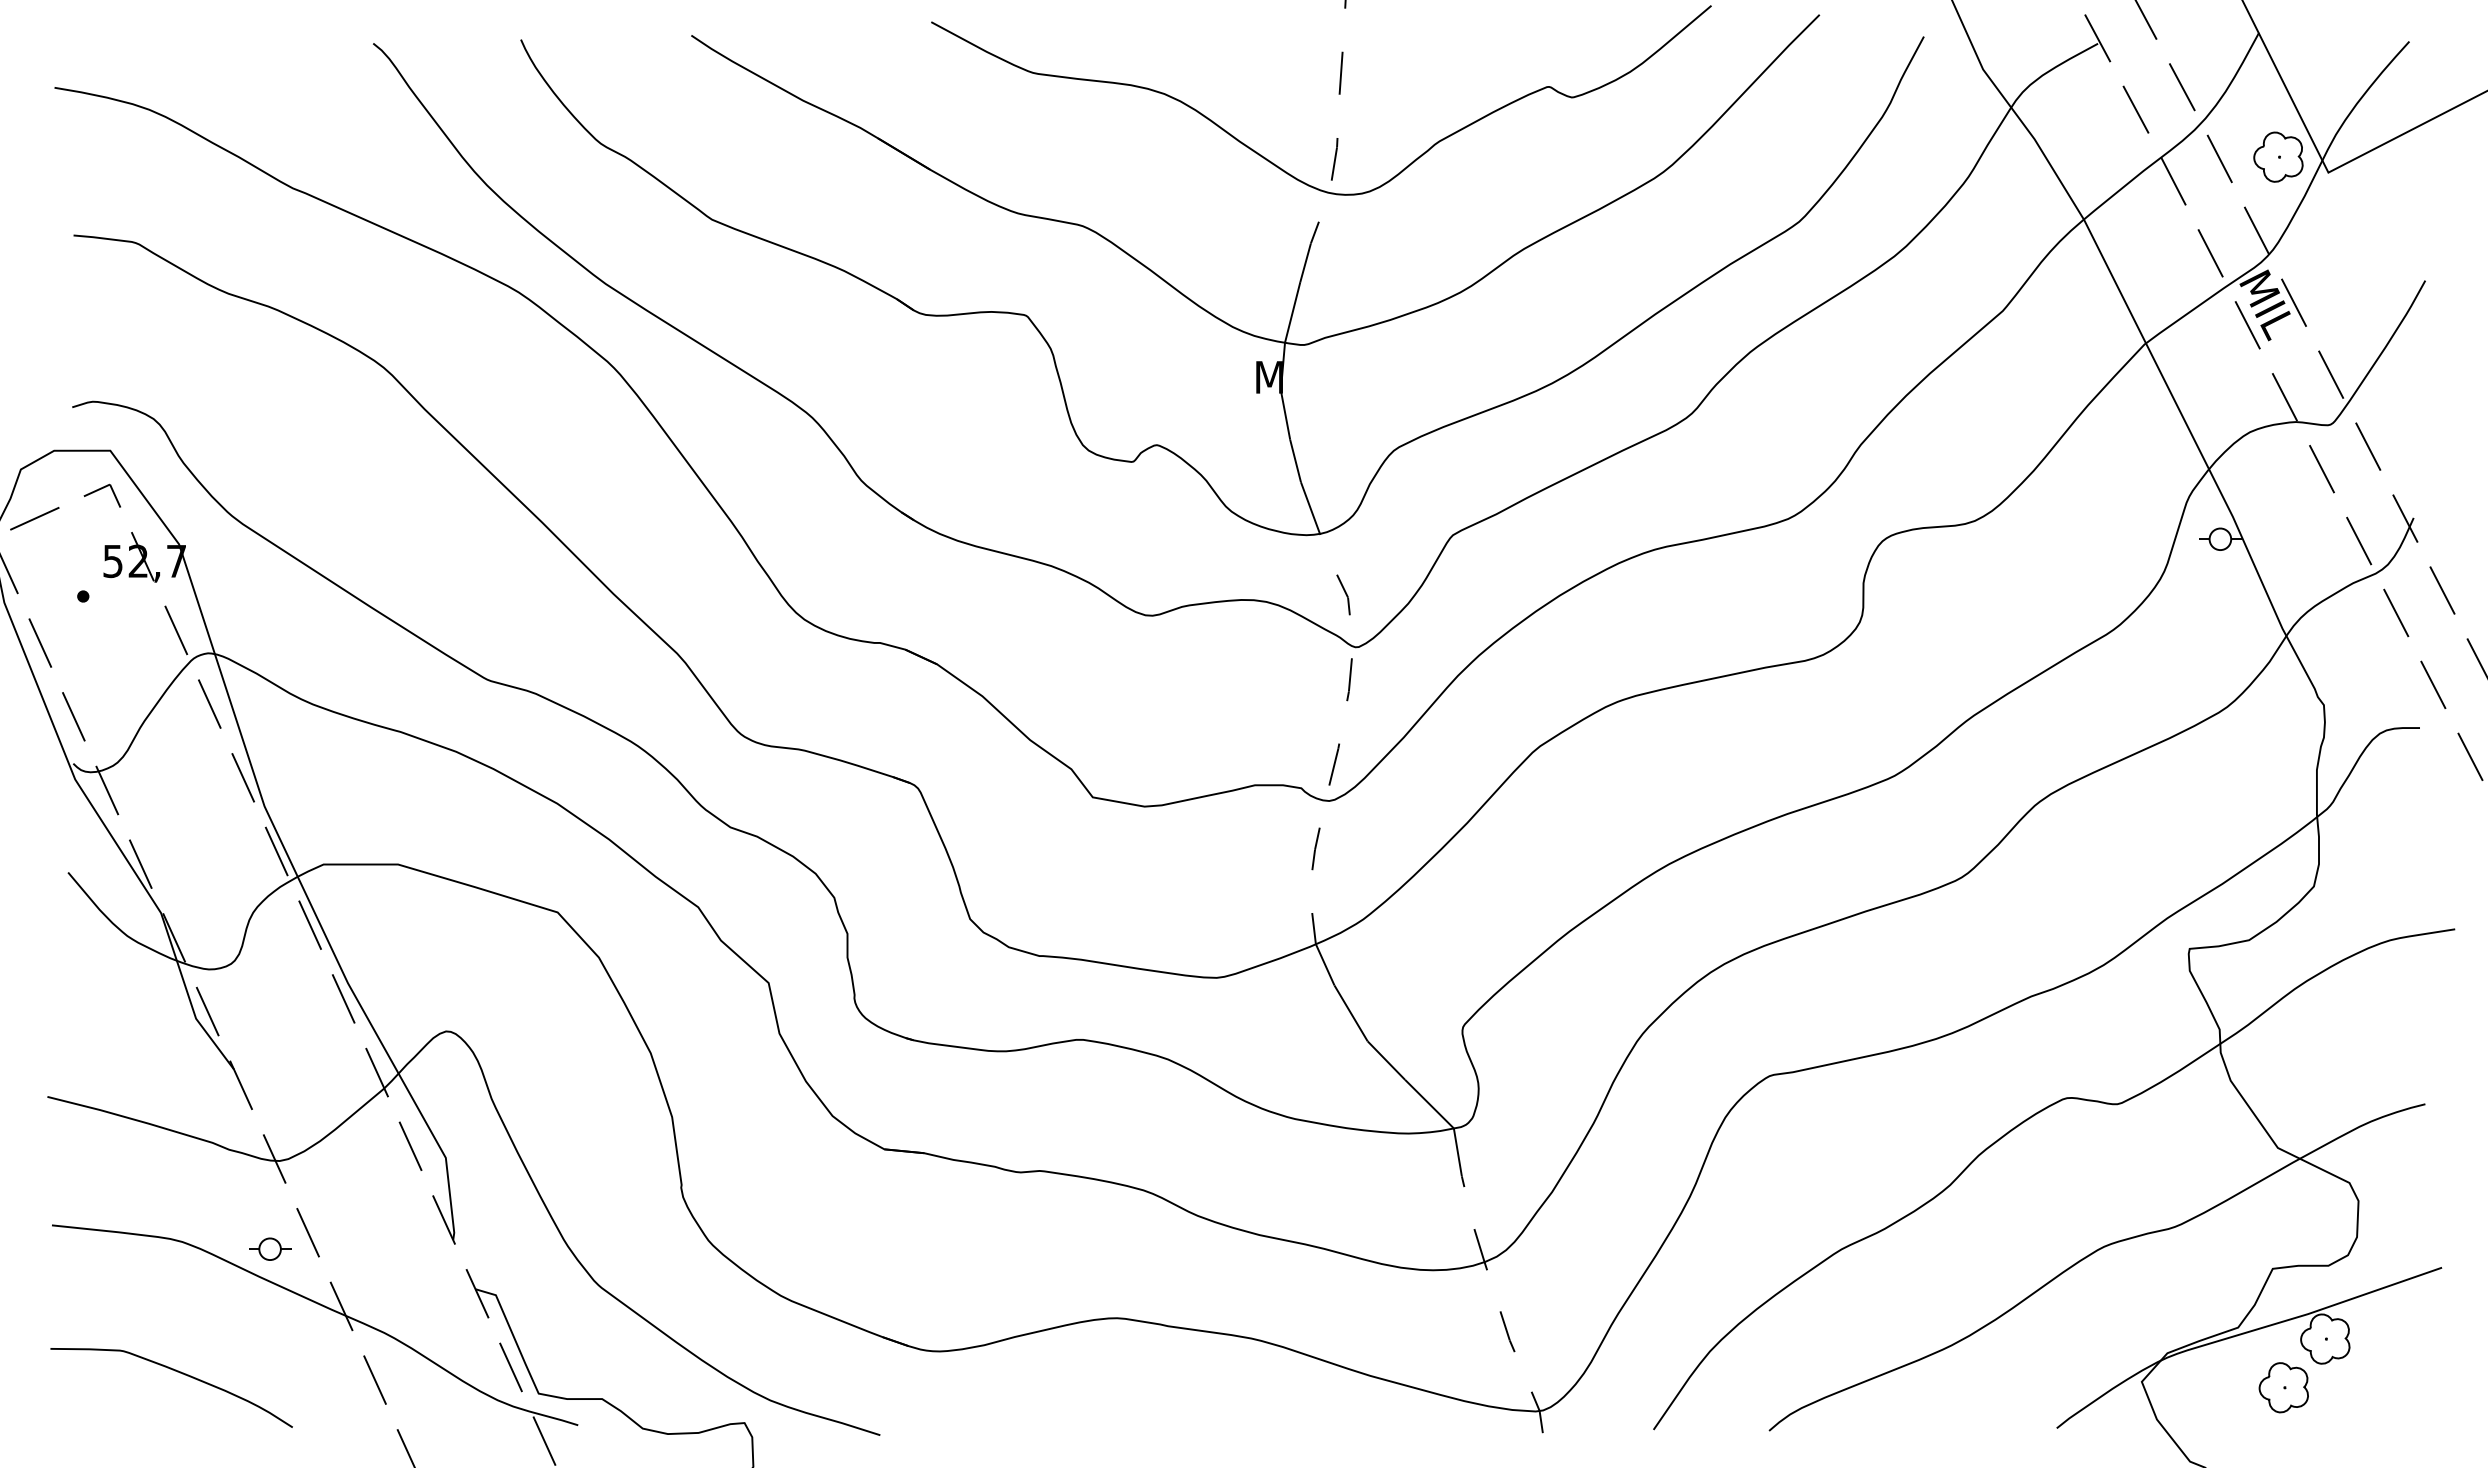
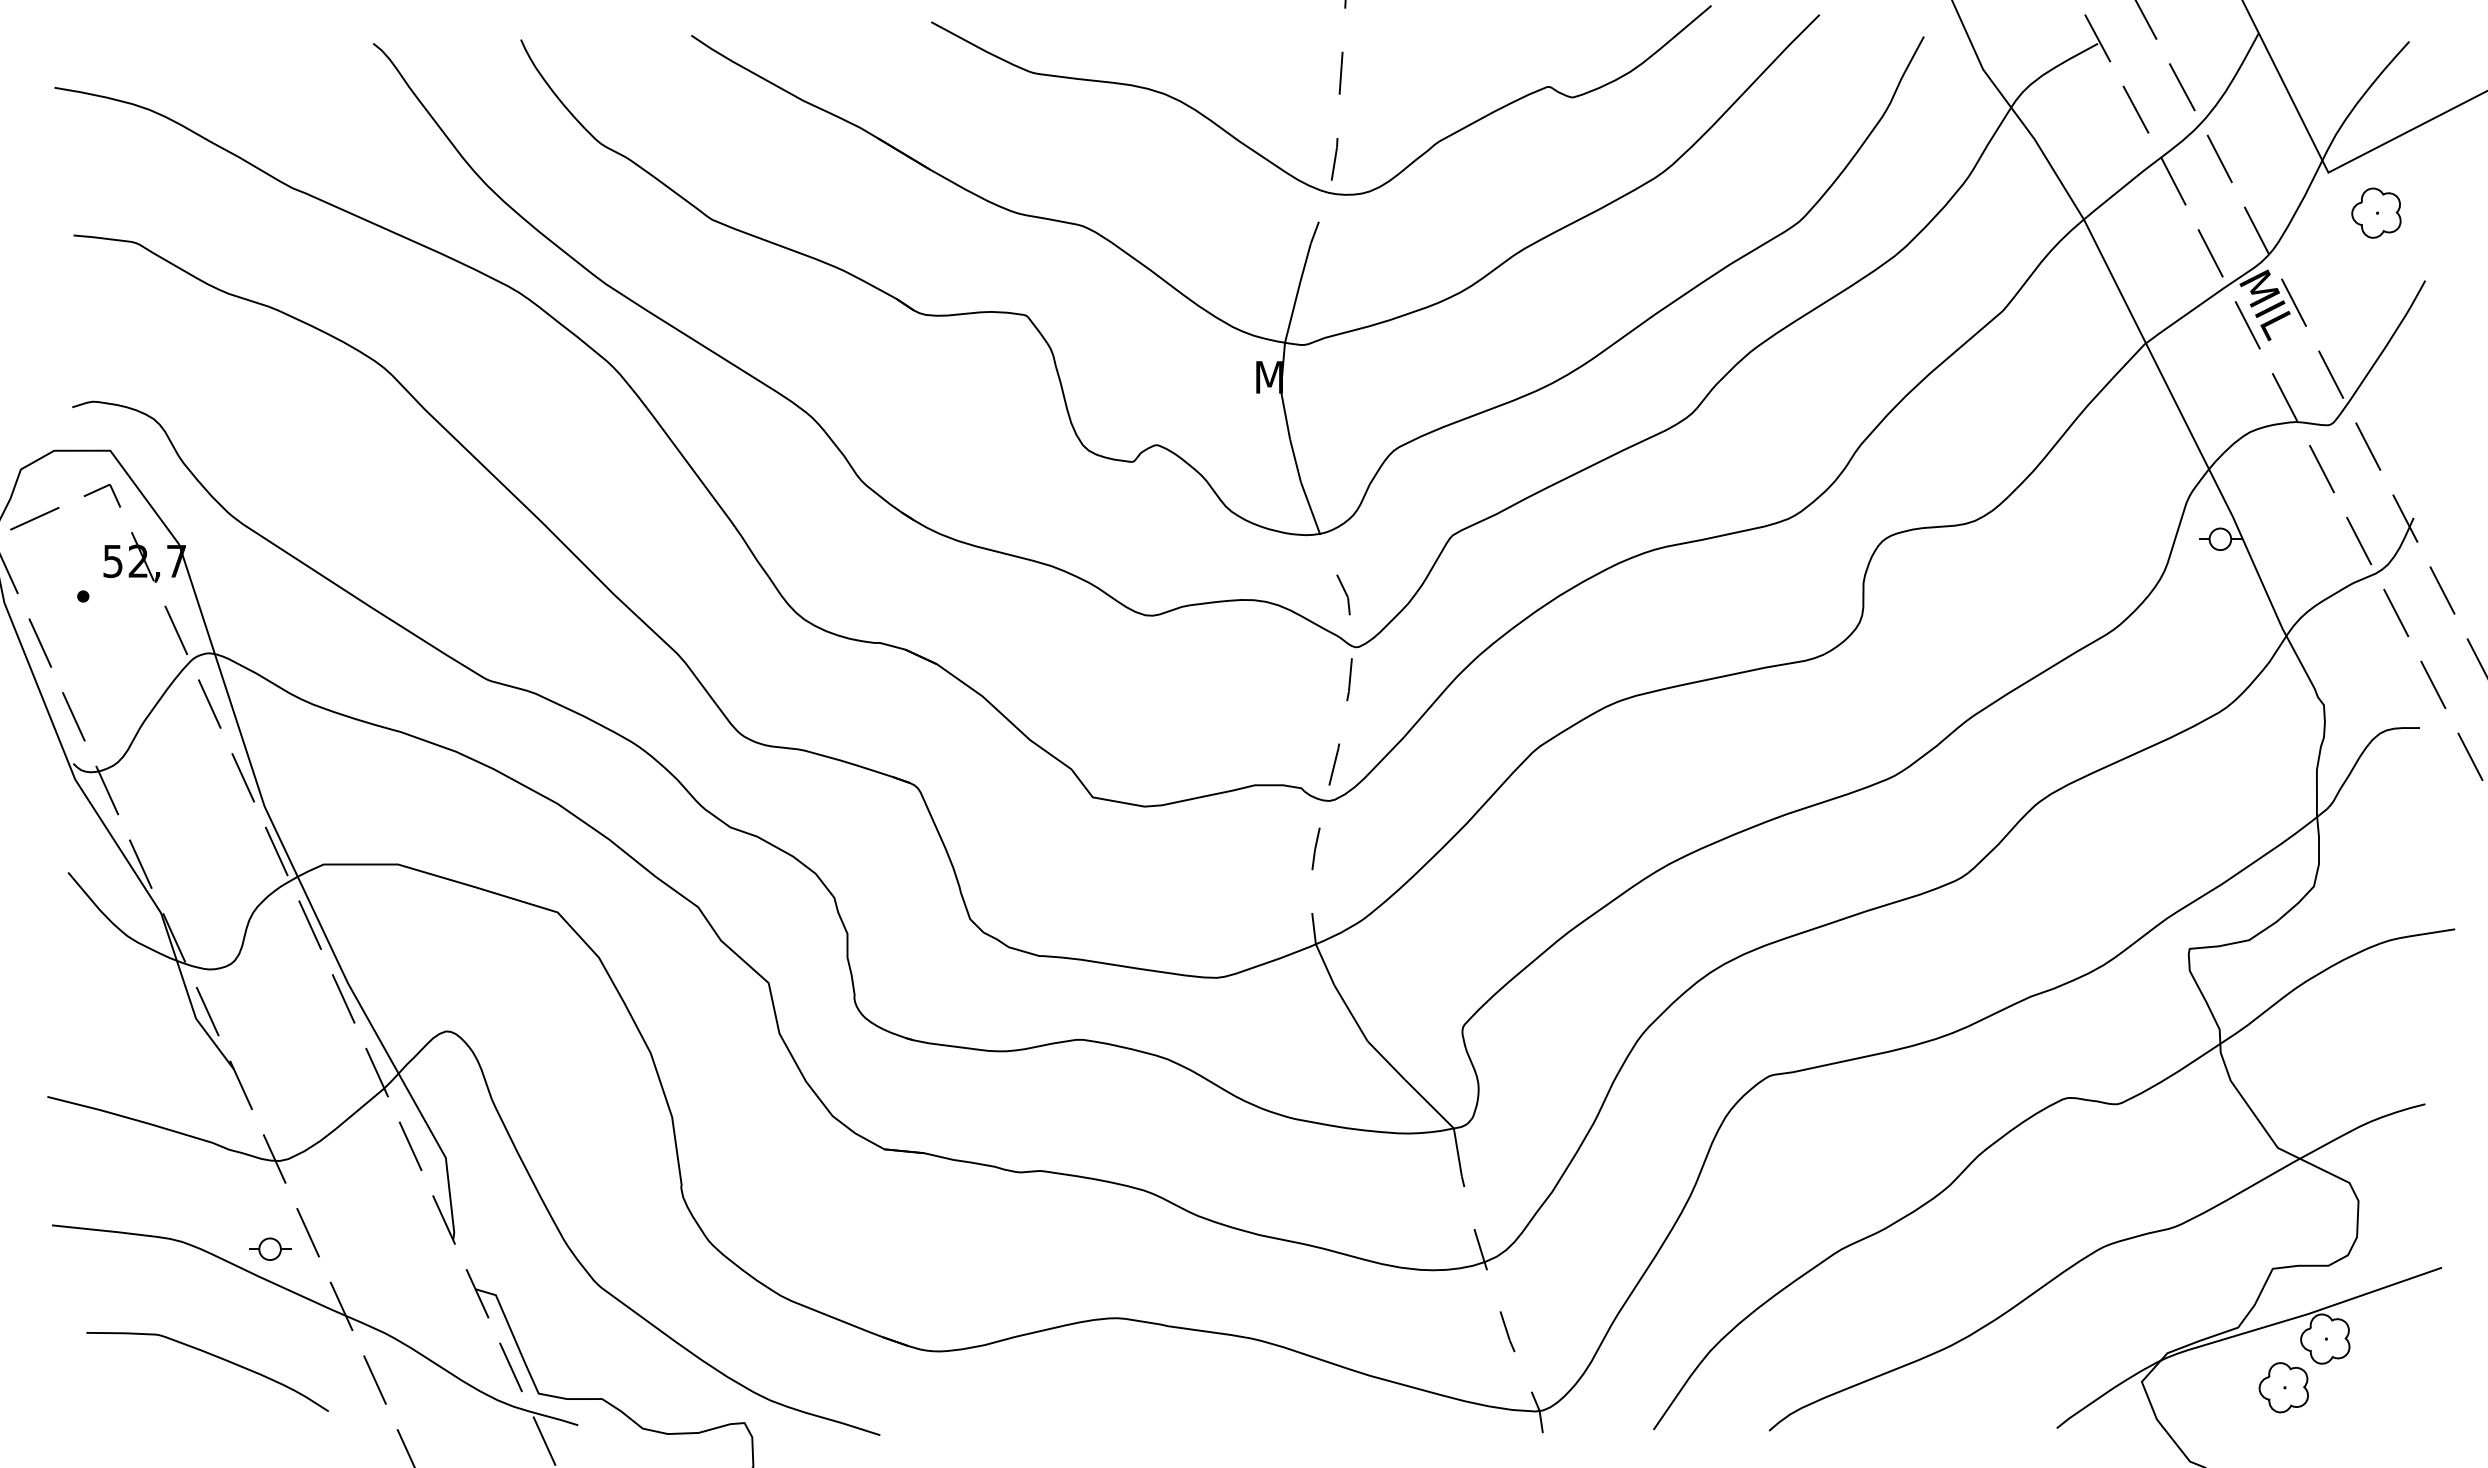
part at (2278, 156) position: (2278, 156) -> (2376, 212)
curve at (177, 1372) position: (177, 1372) -> (213, 1356)
